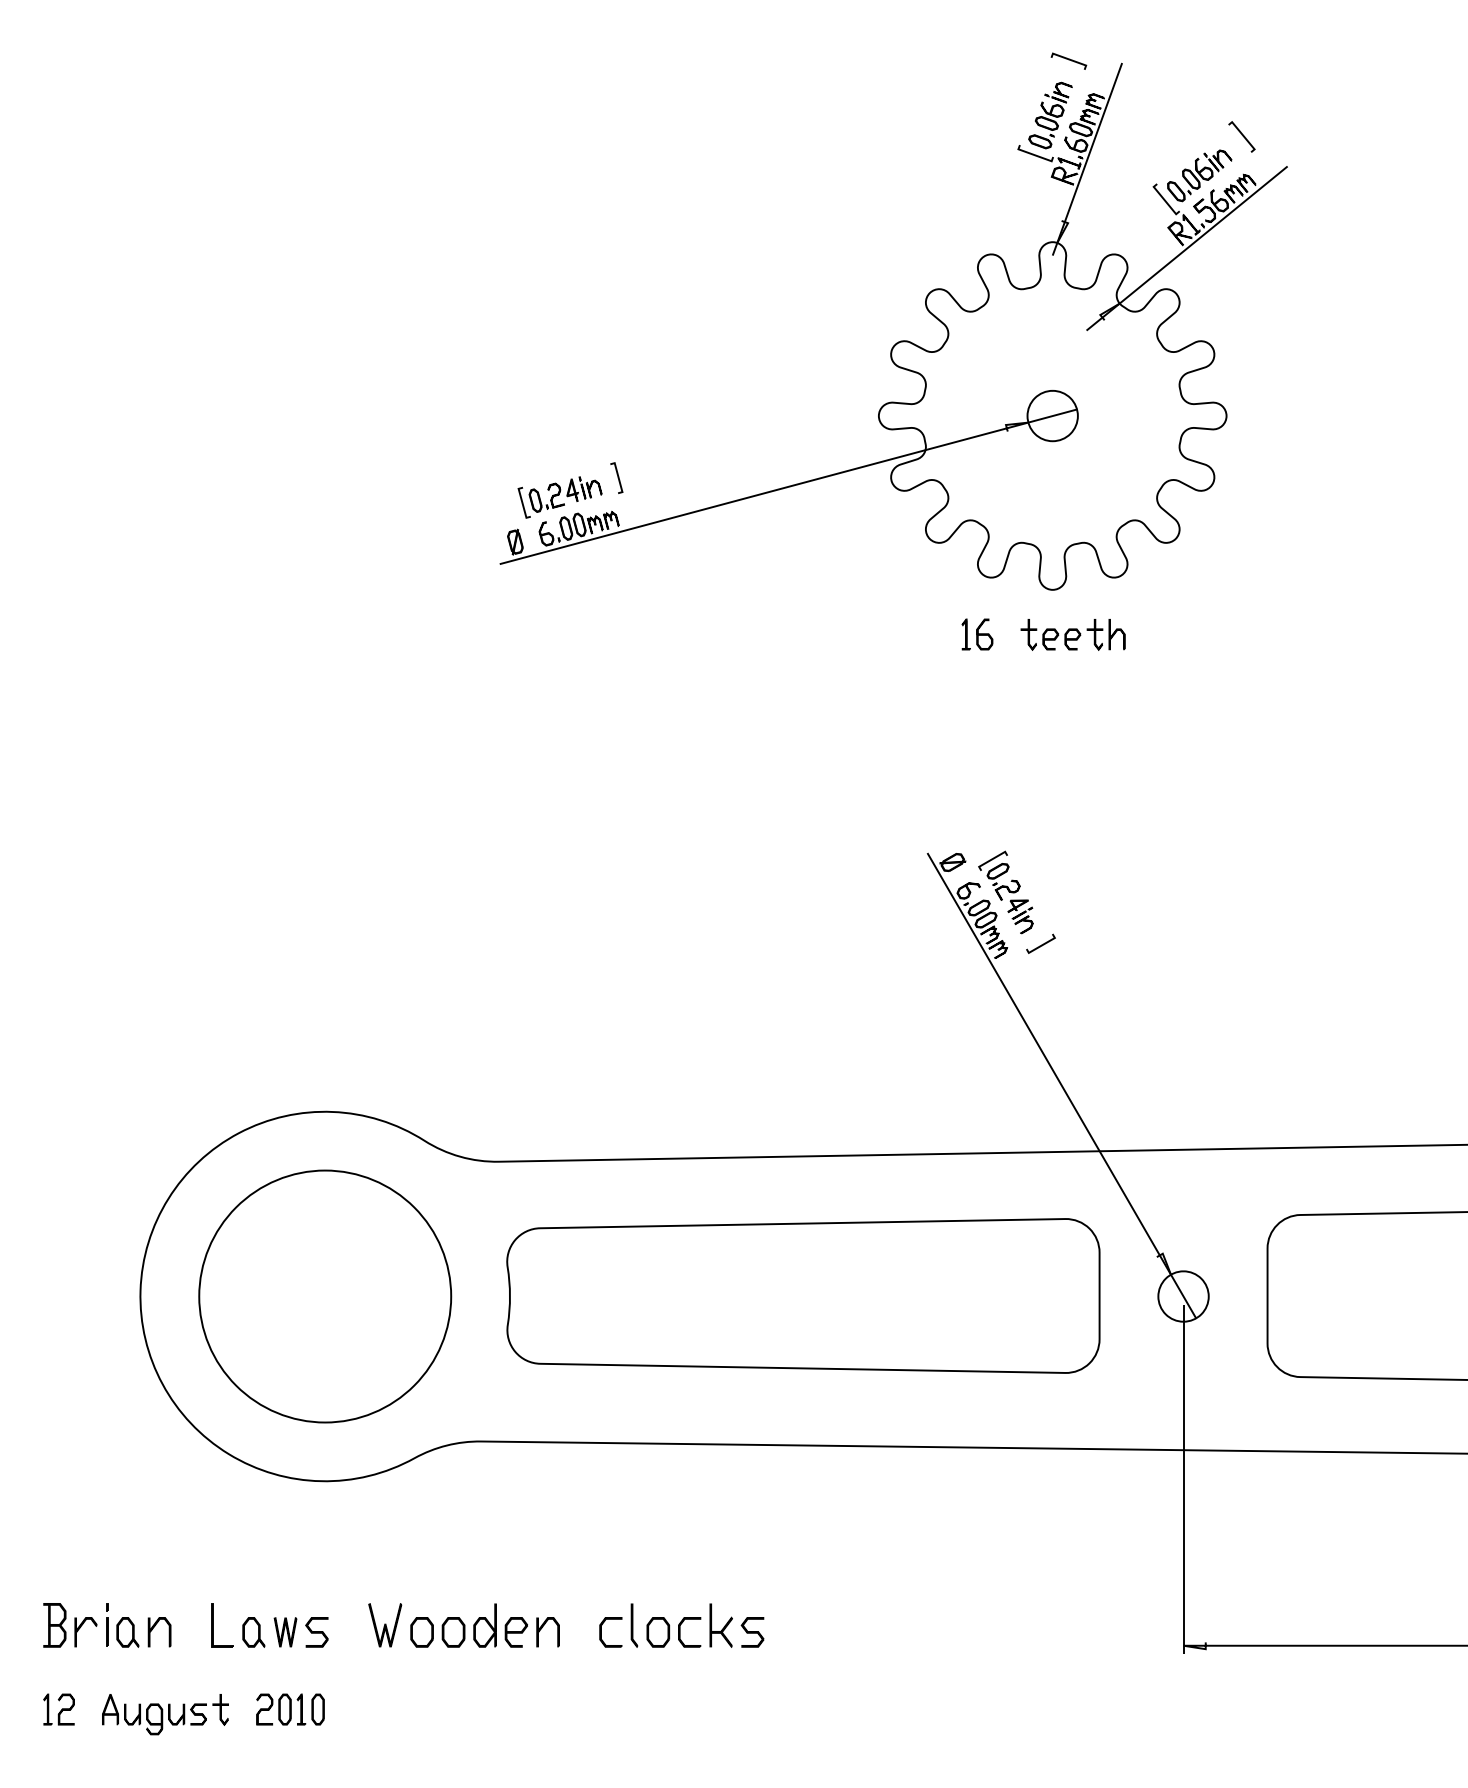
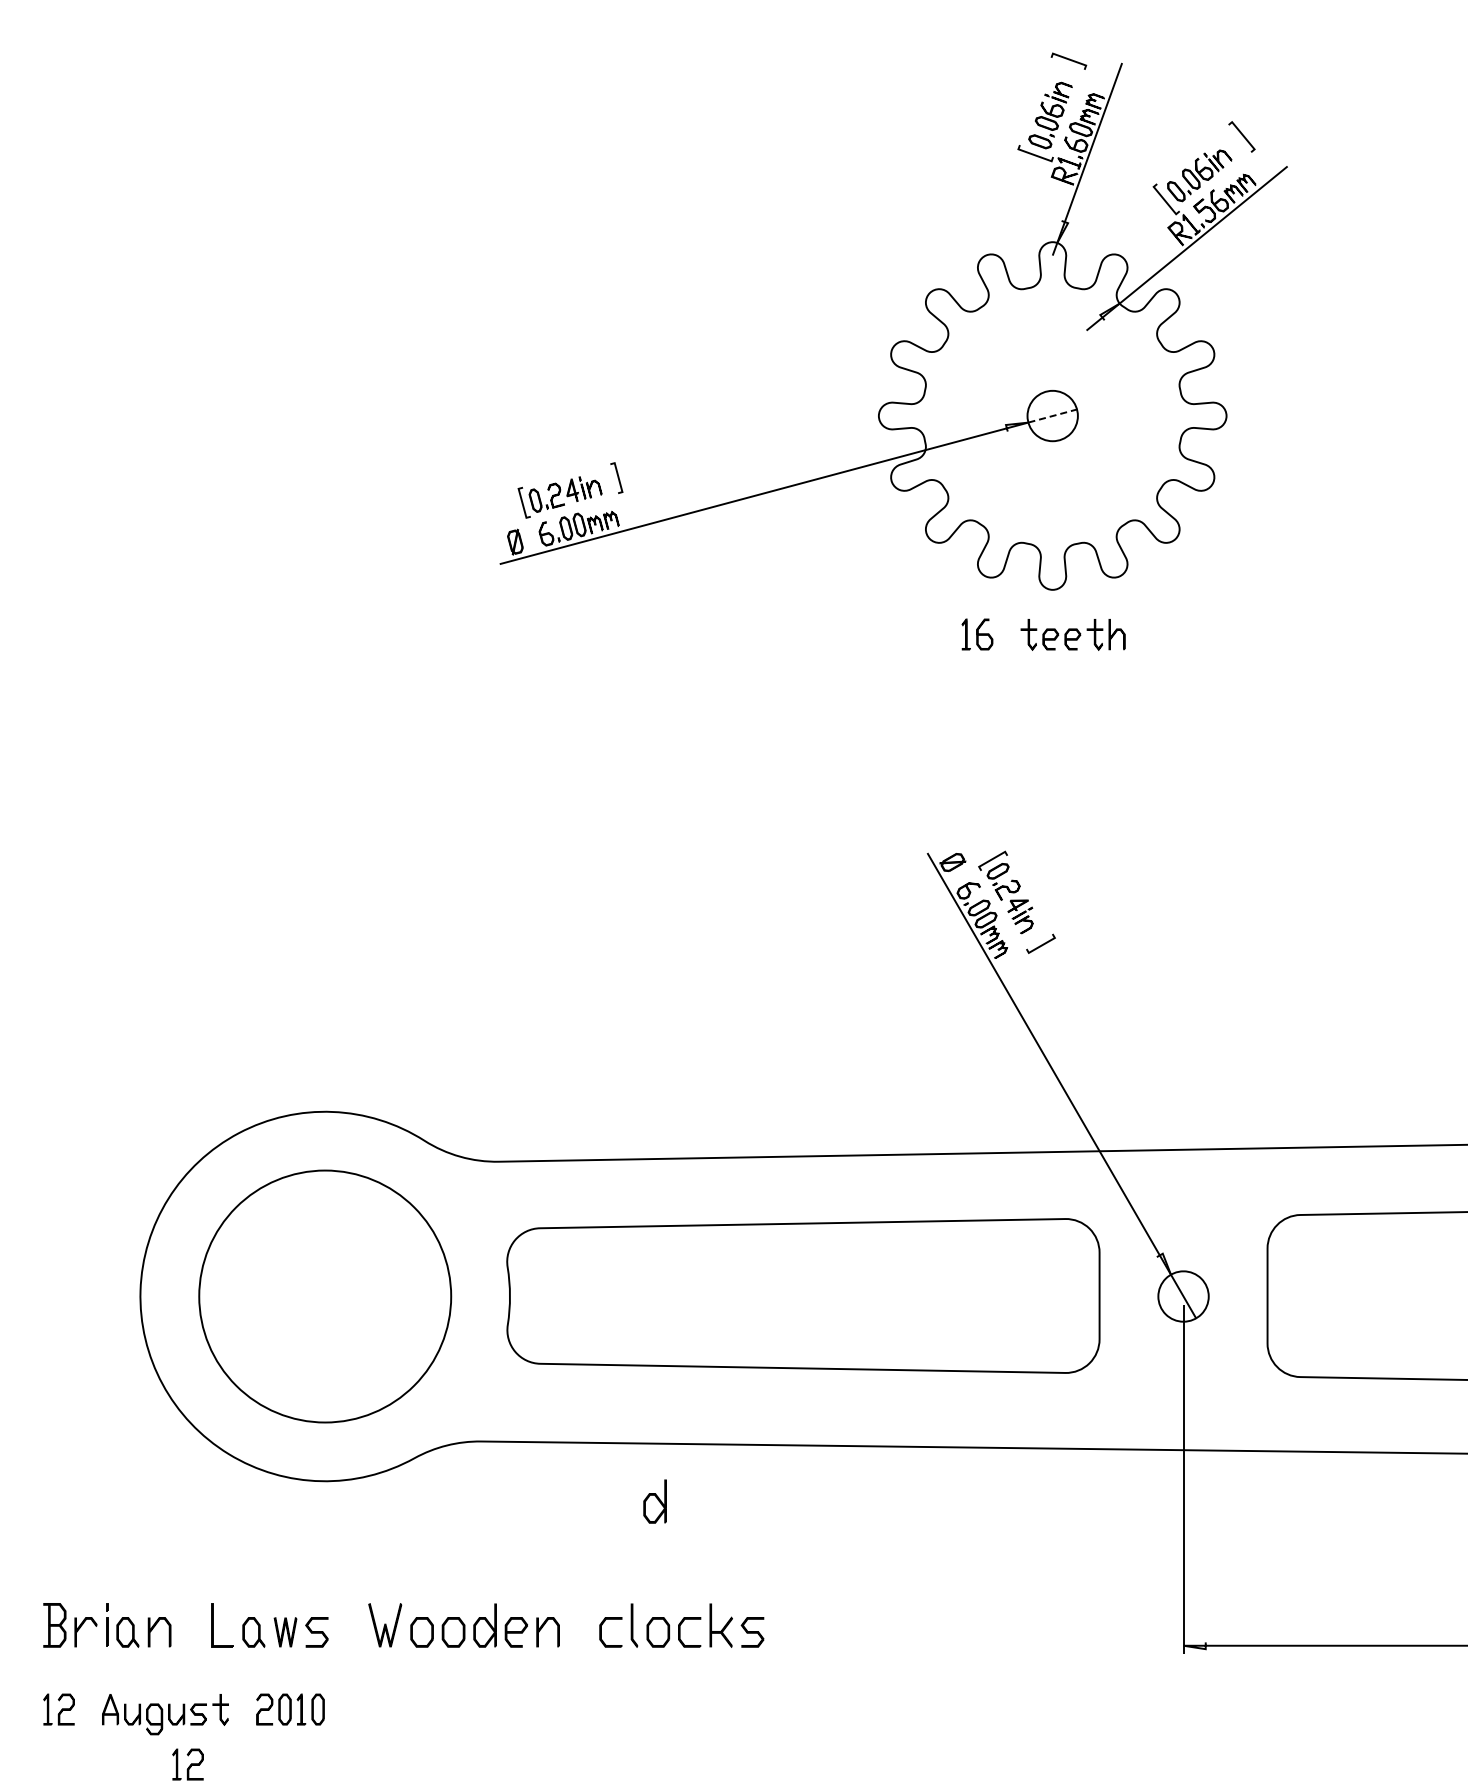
line at (1053, 415): solid -> dashed
part at (654, 1501): none -> present
part at (187, 1764): none -> present
